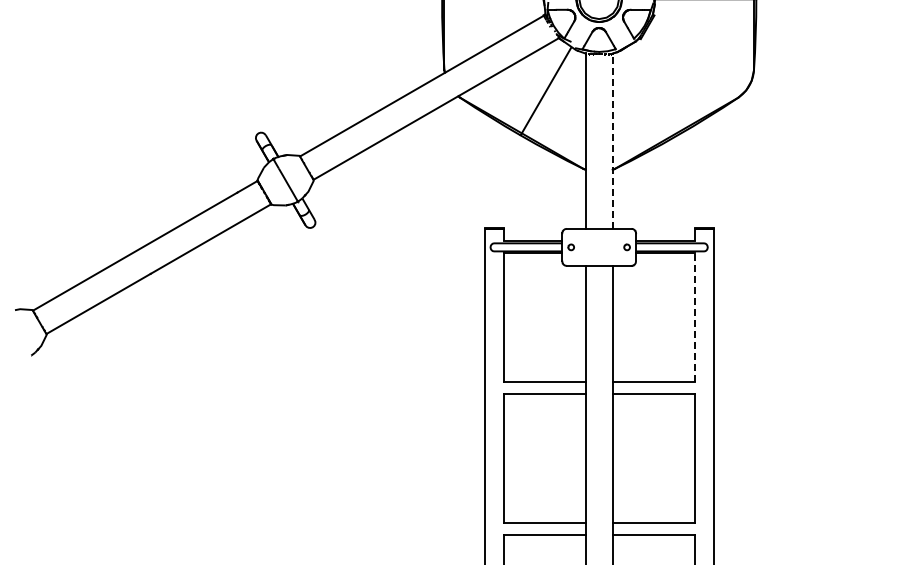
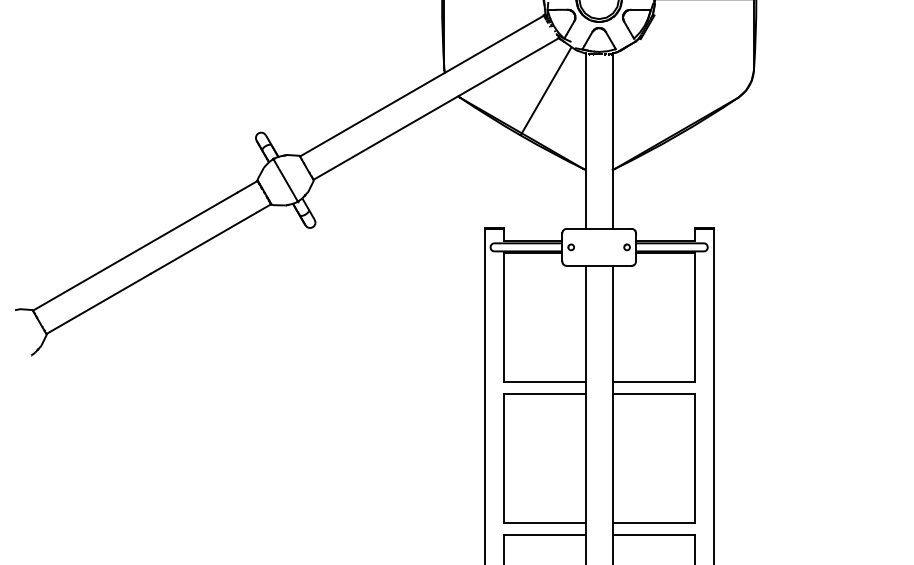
line at (612, 141): dashed -> solid
line at (695, 317): dashed -> solid
